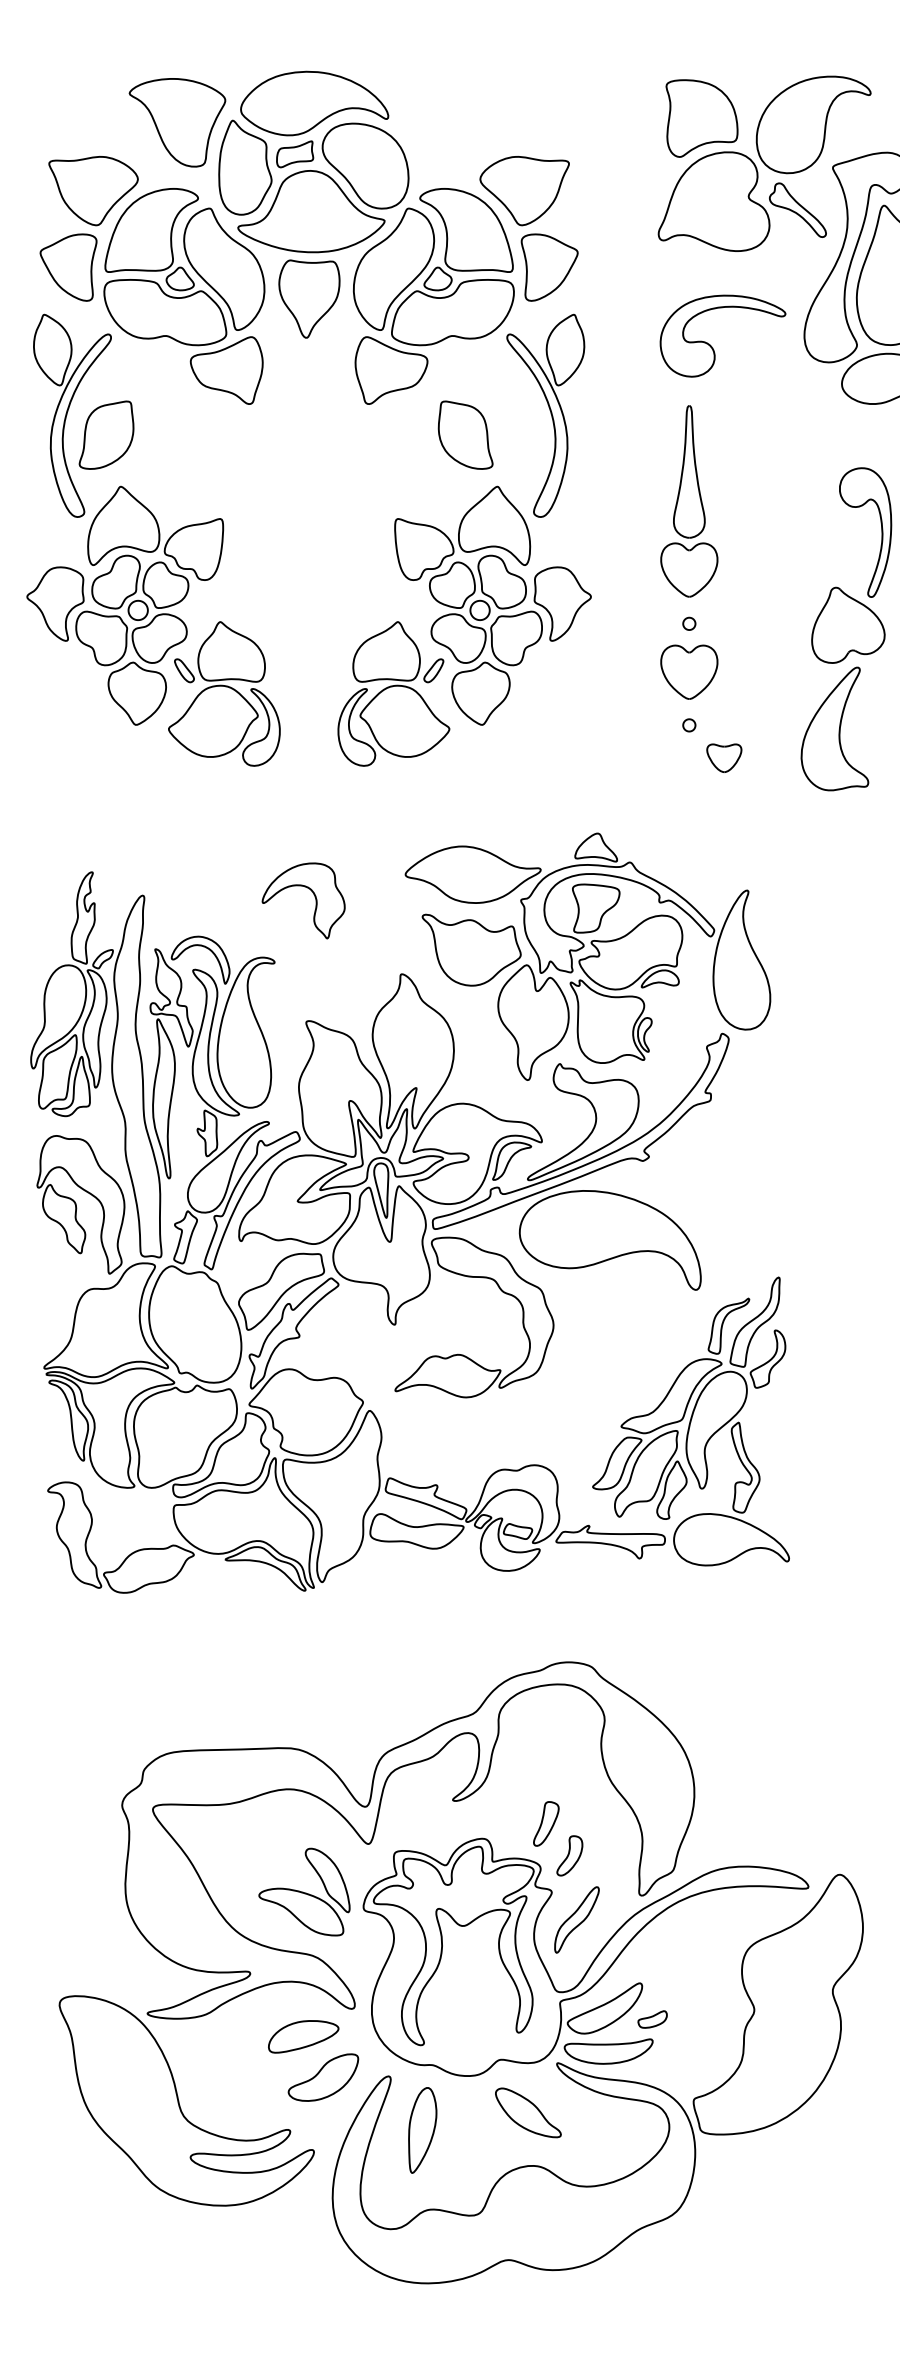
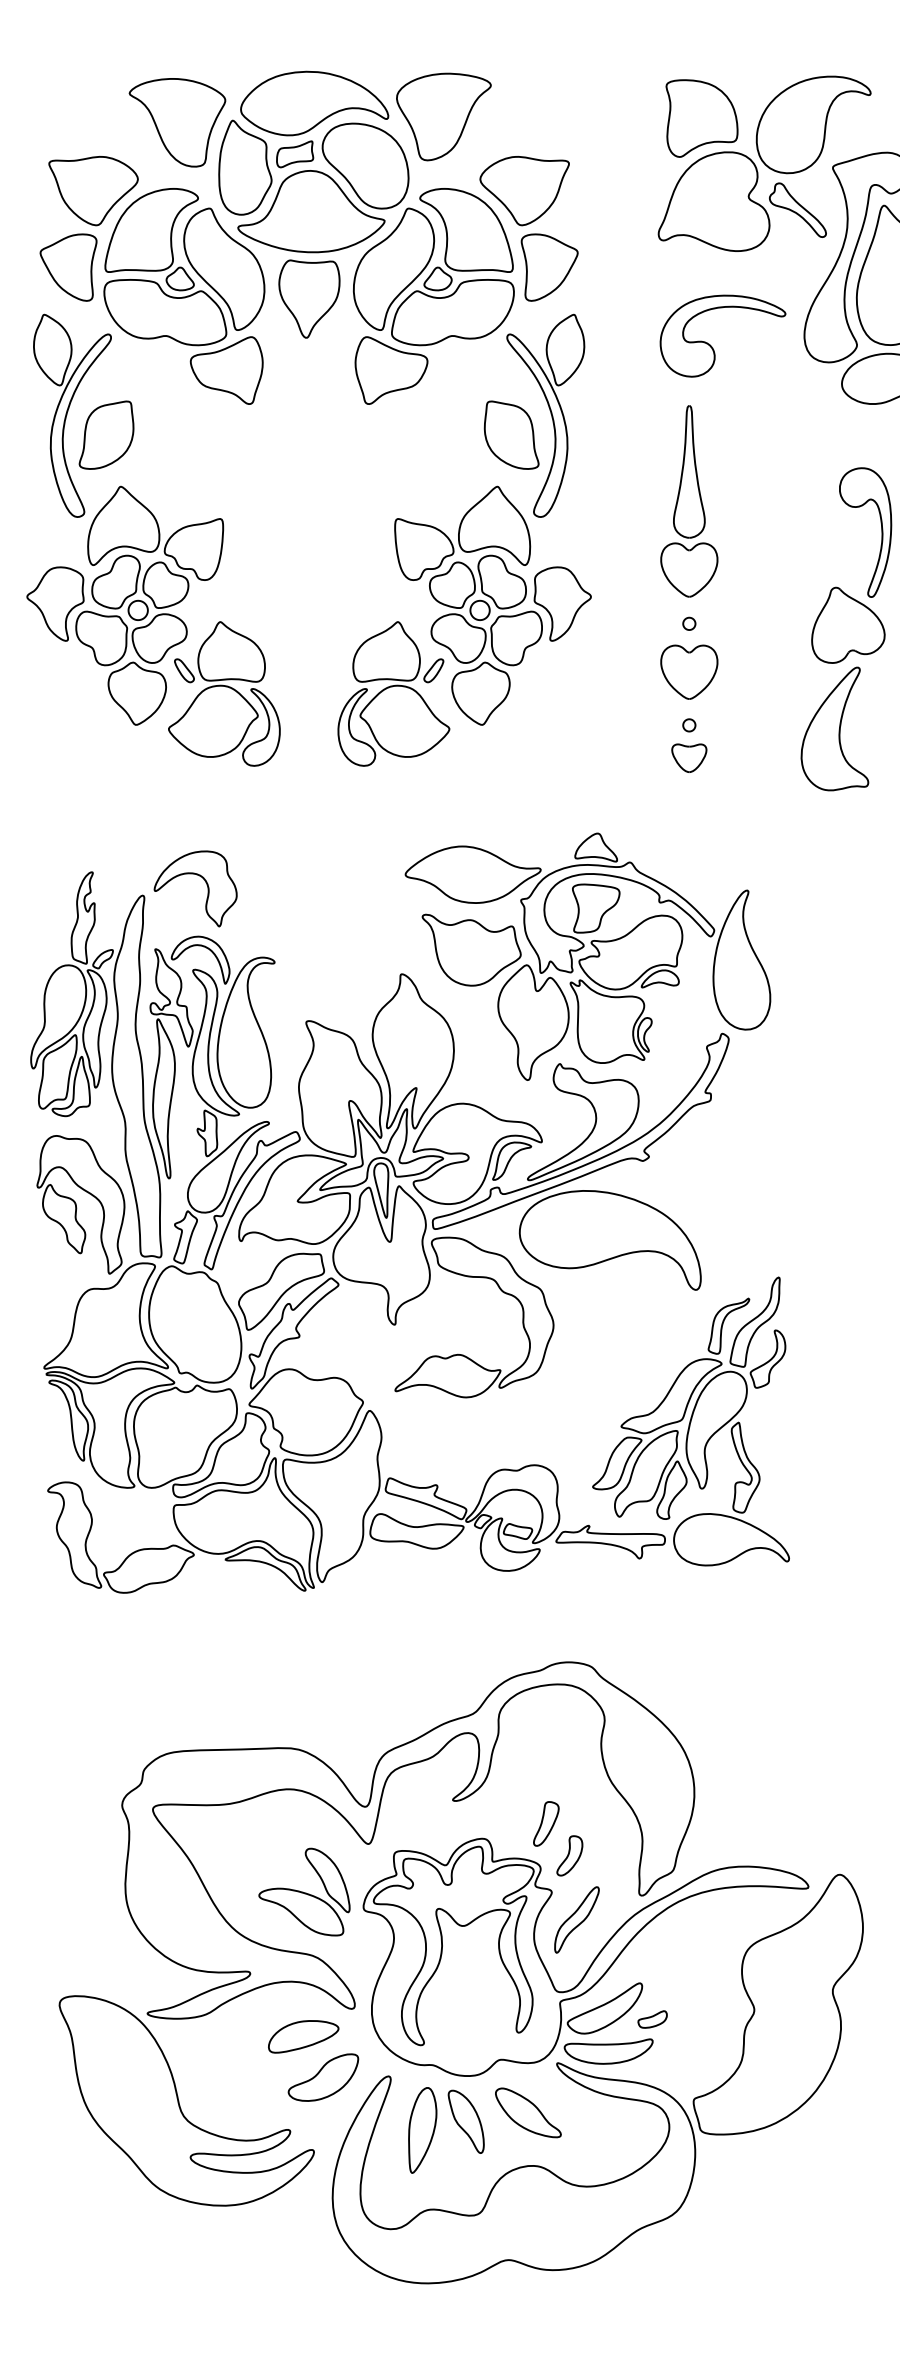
part at (443, 116): none -> present
part at (465, 434) position: (465, 434) -> (511, 434)
part at (724, 757) position: (724, 757) -> (689, 757)
part at (314, 897) position: (314, 897) -> (206, 885)
part at (465, 2121): none -> present
